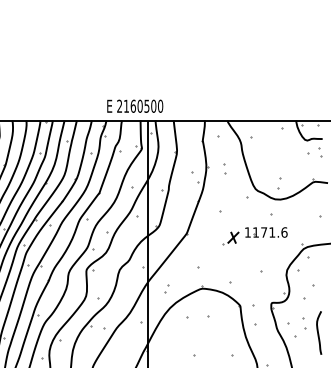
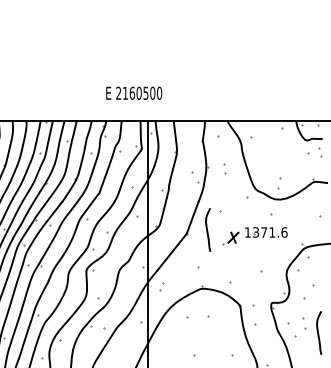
text at (135, 105) position: (135, 105) -> (134, 92)
curve at (207, 229): none -> present
text at (255, 232): 1171.6 -> 1371.6
part at (166, 288) position: (166, 288) -> (161, 286)
